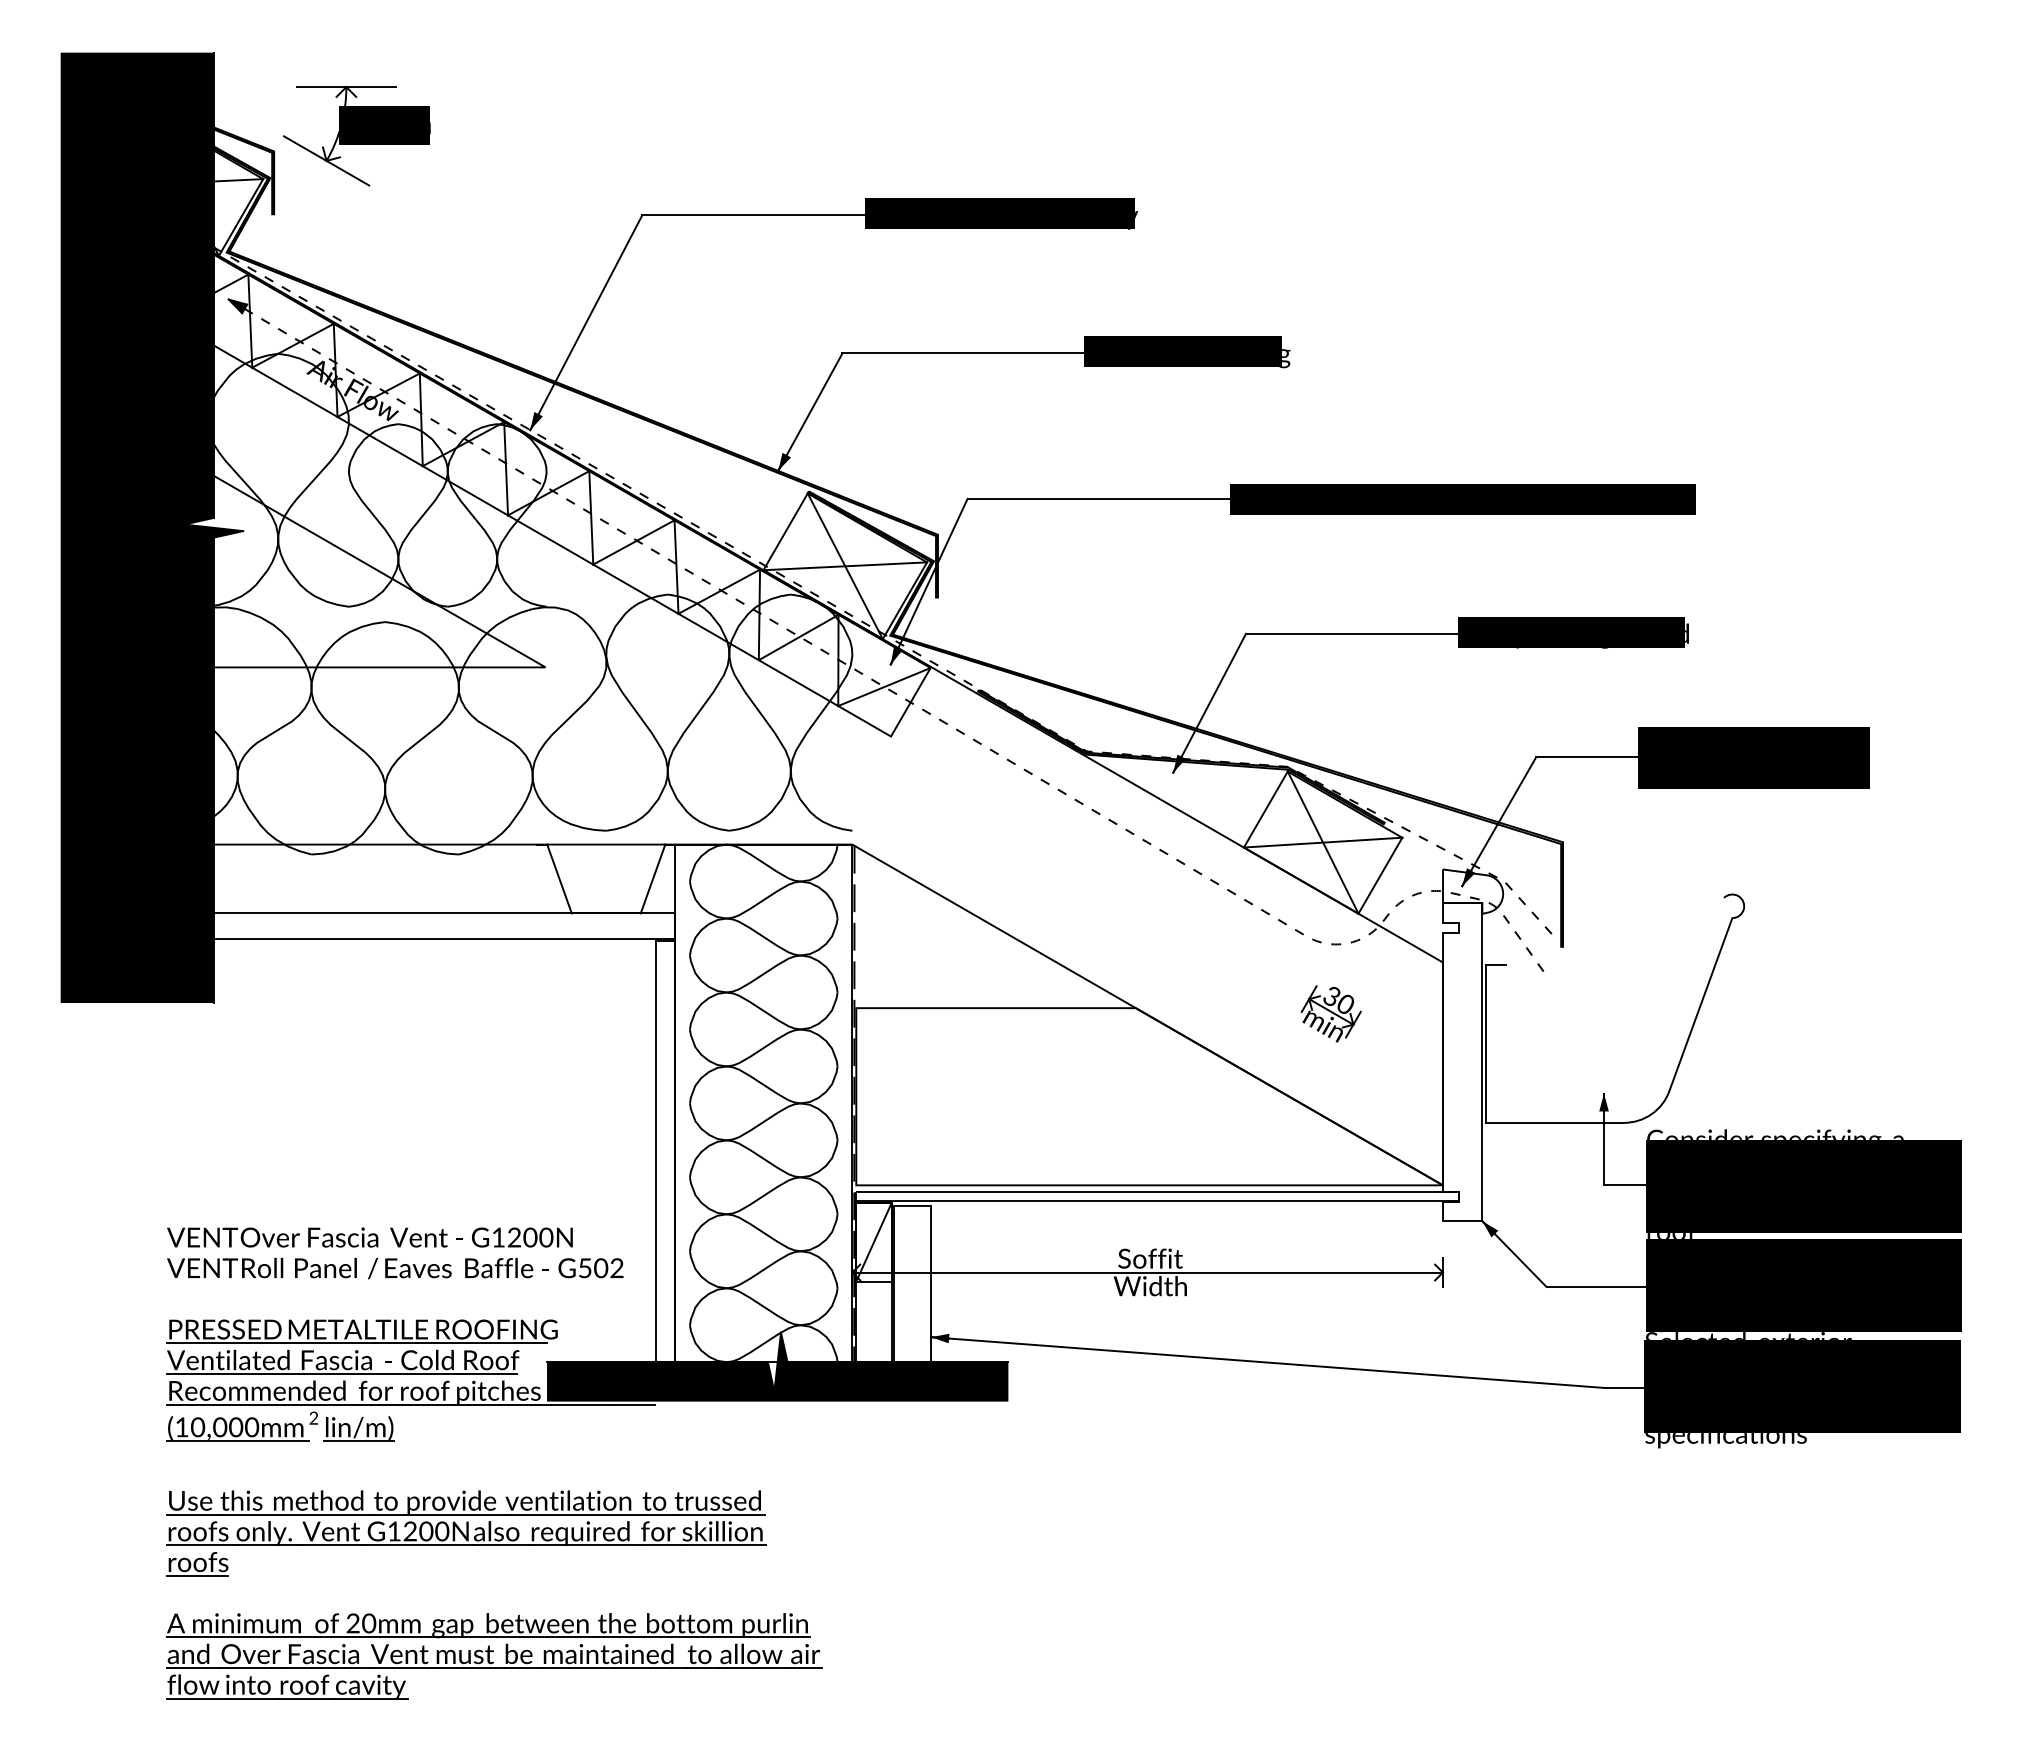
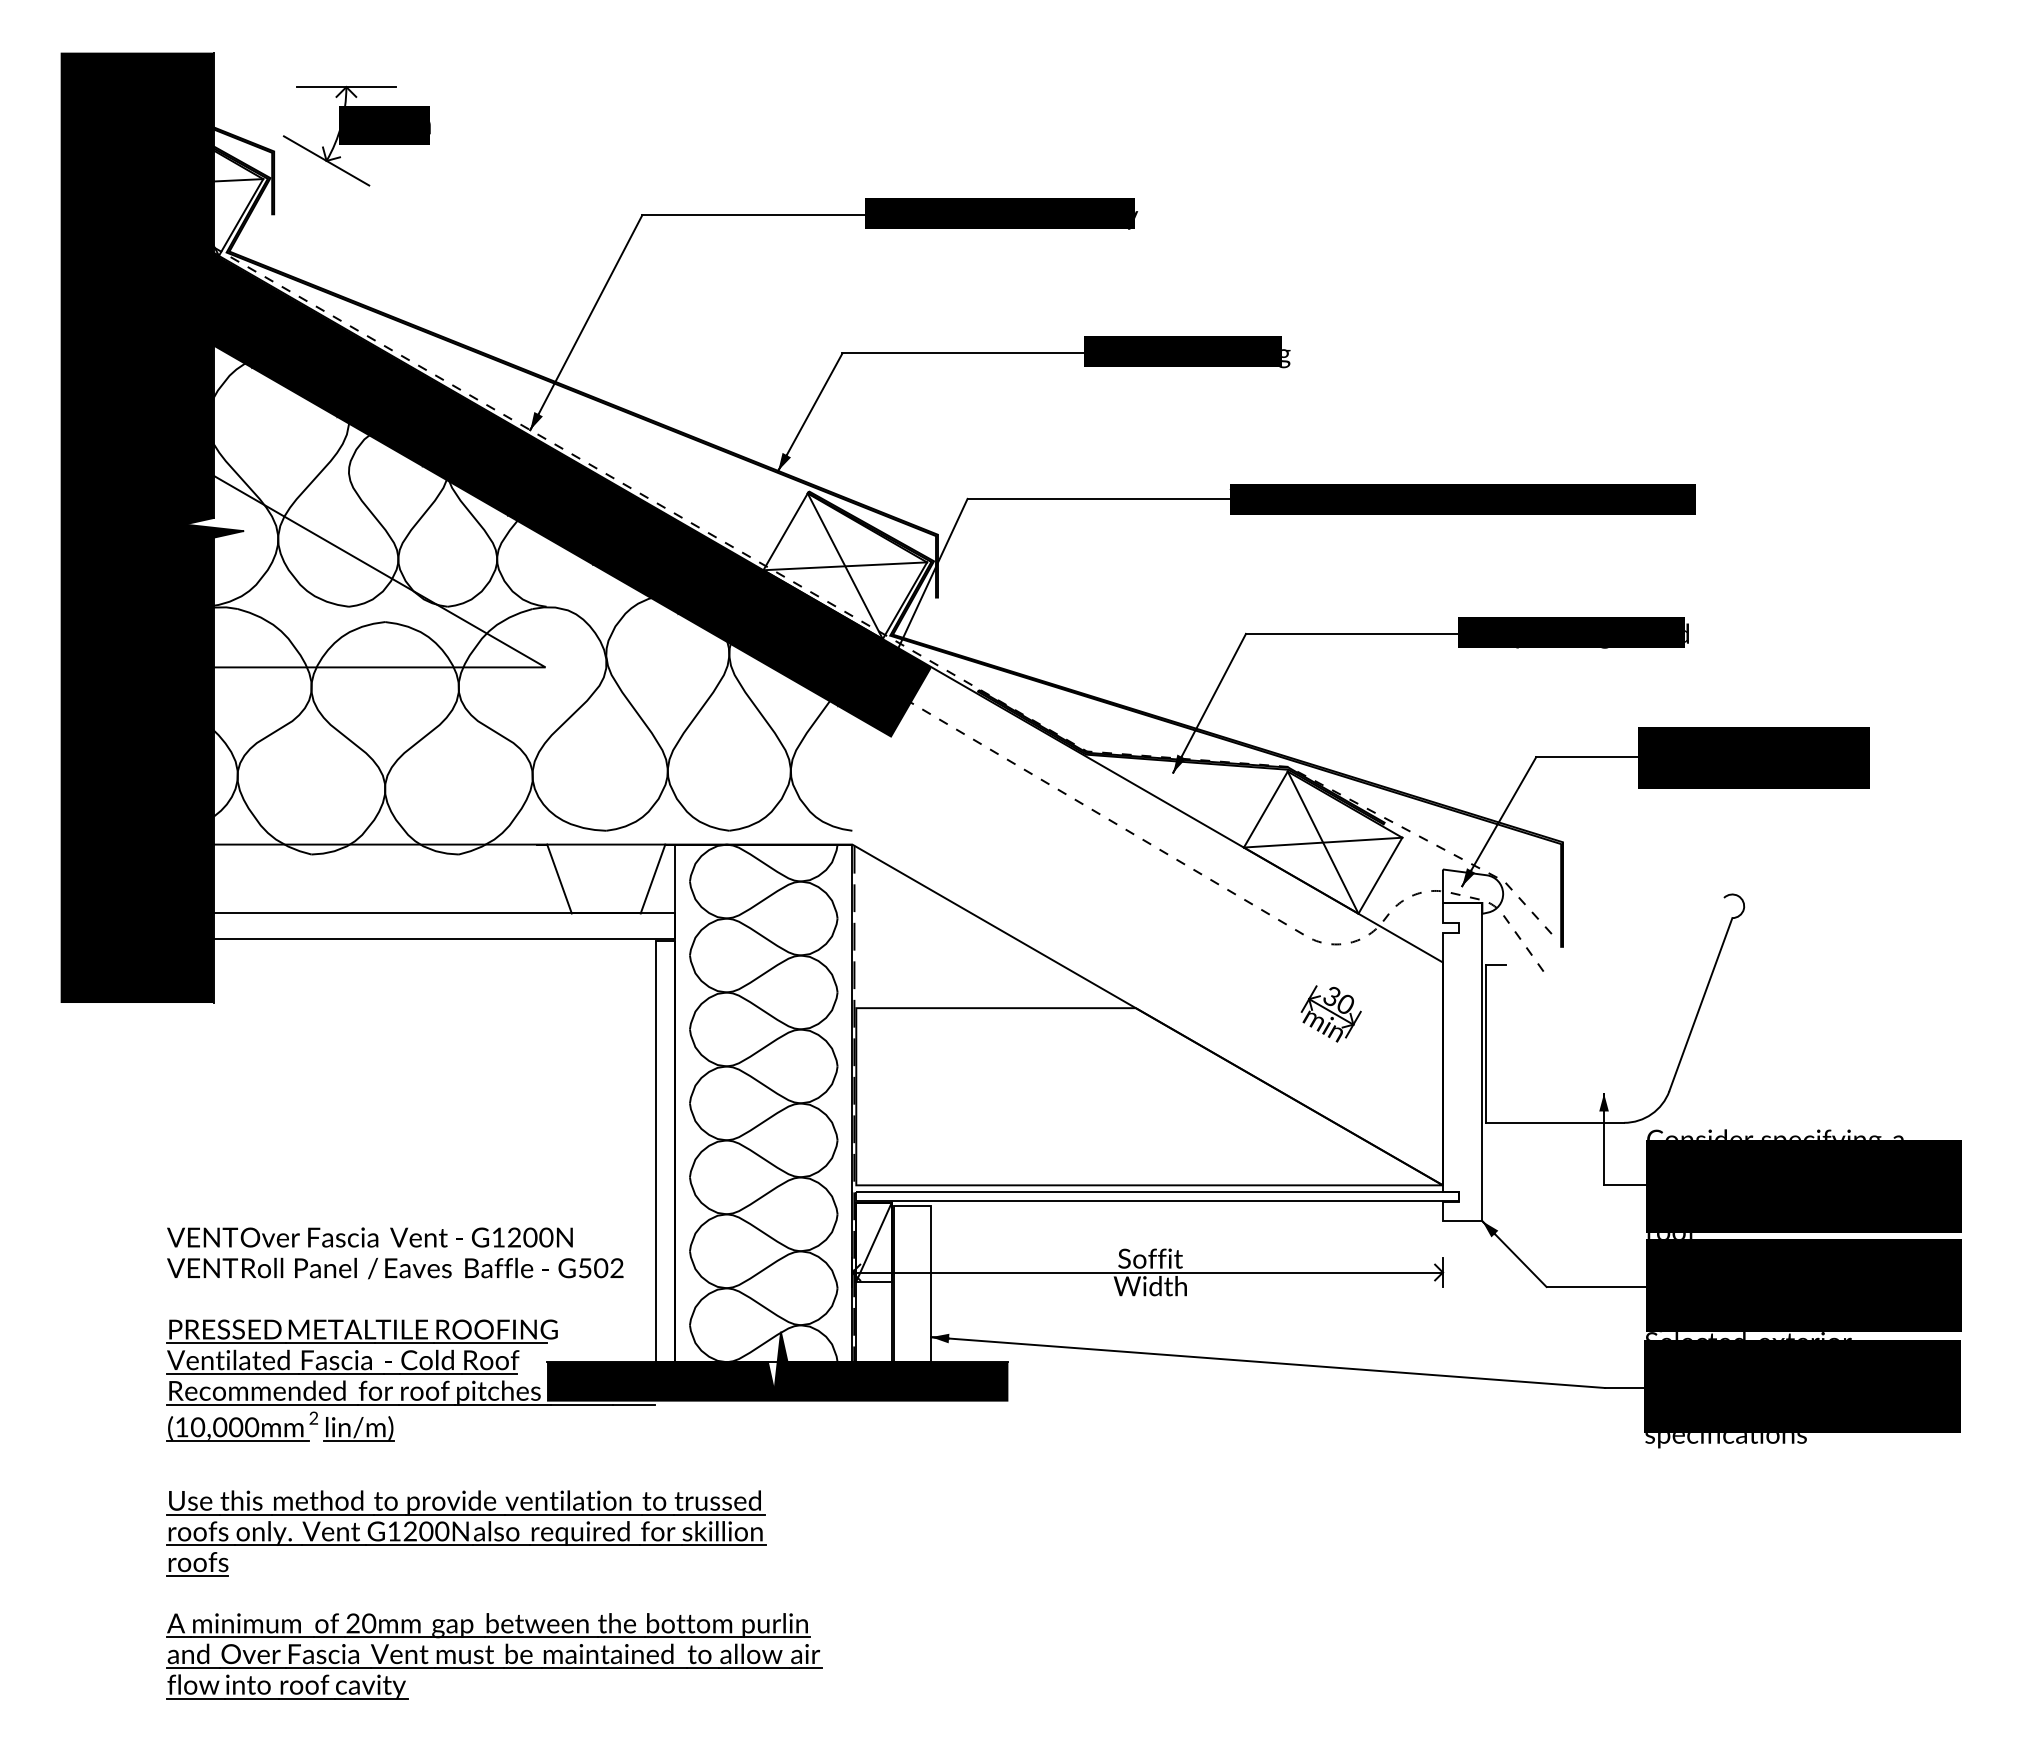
fill at (571, 495): none -> present
